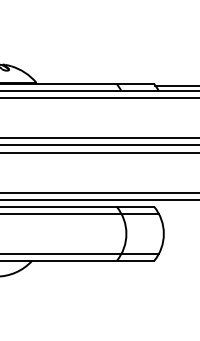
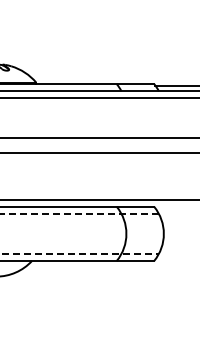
line at (99, 145): present -> none
line at (99, 192): present -> none
line at (79, 213): solid -> dashed
line at (80, 253): solid -> dashed
